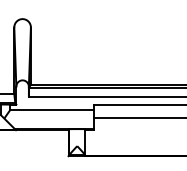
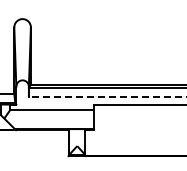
line at (107, 96): solid -> dashed
line at (138, 117): present -> none
